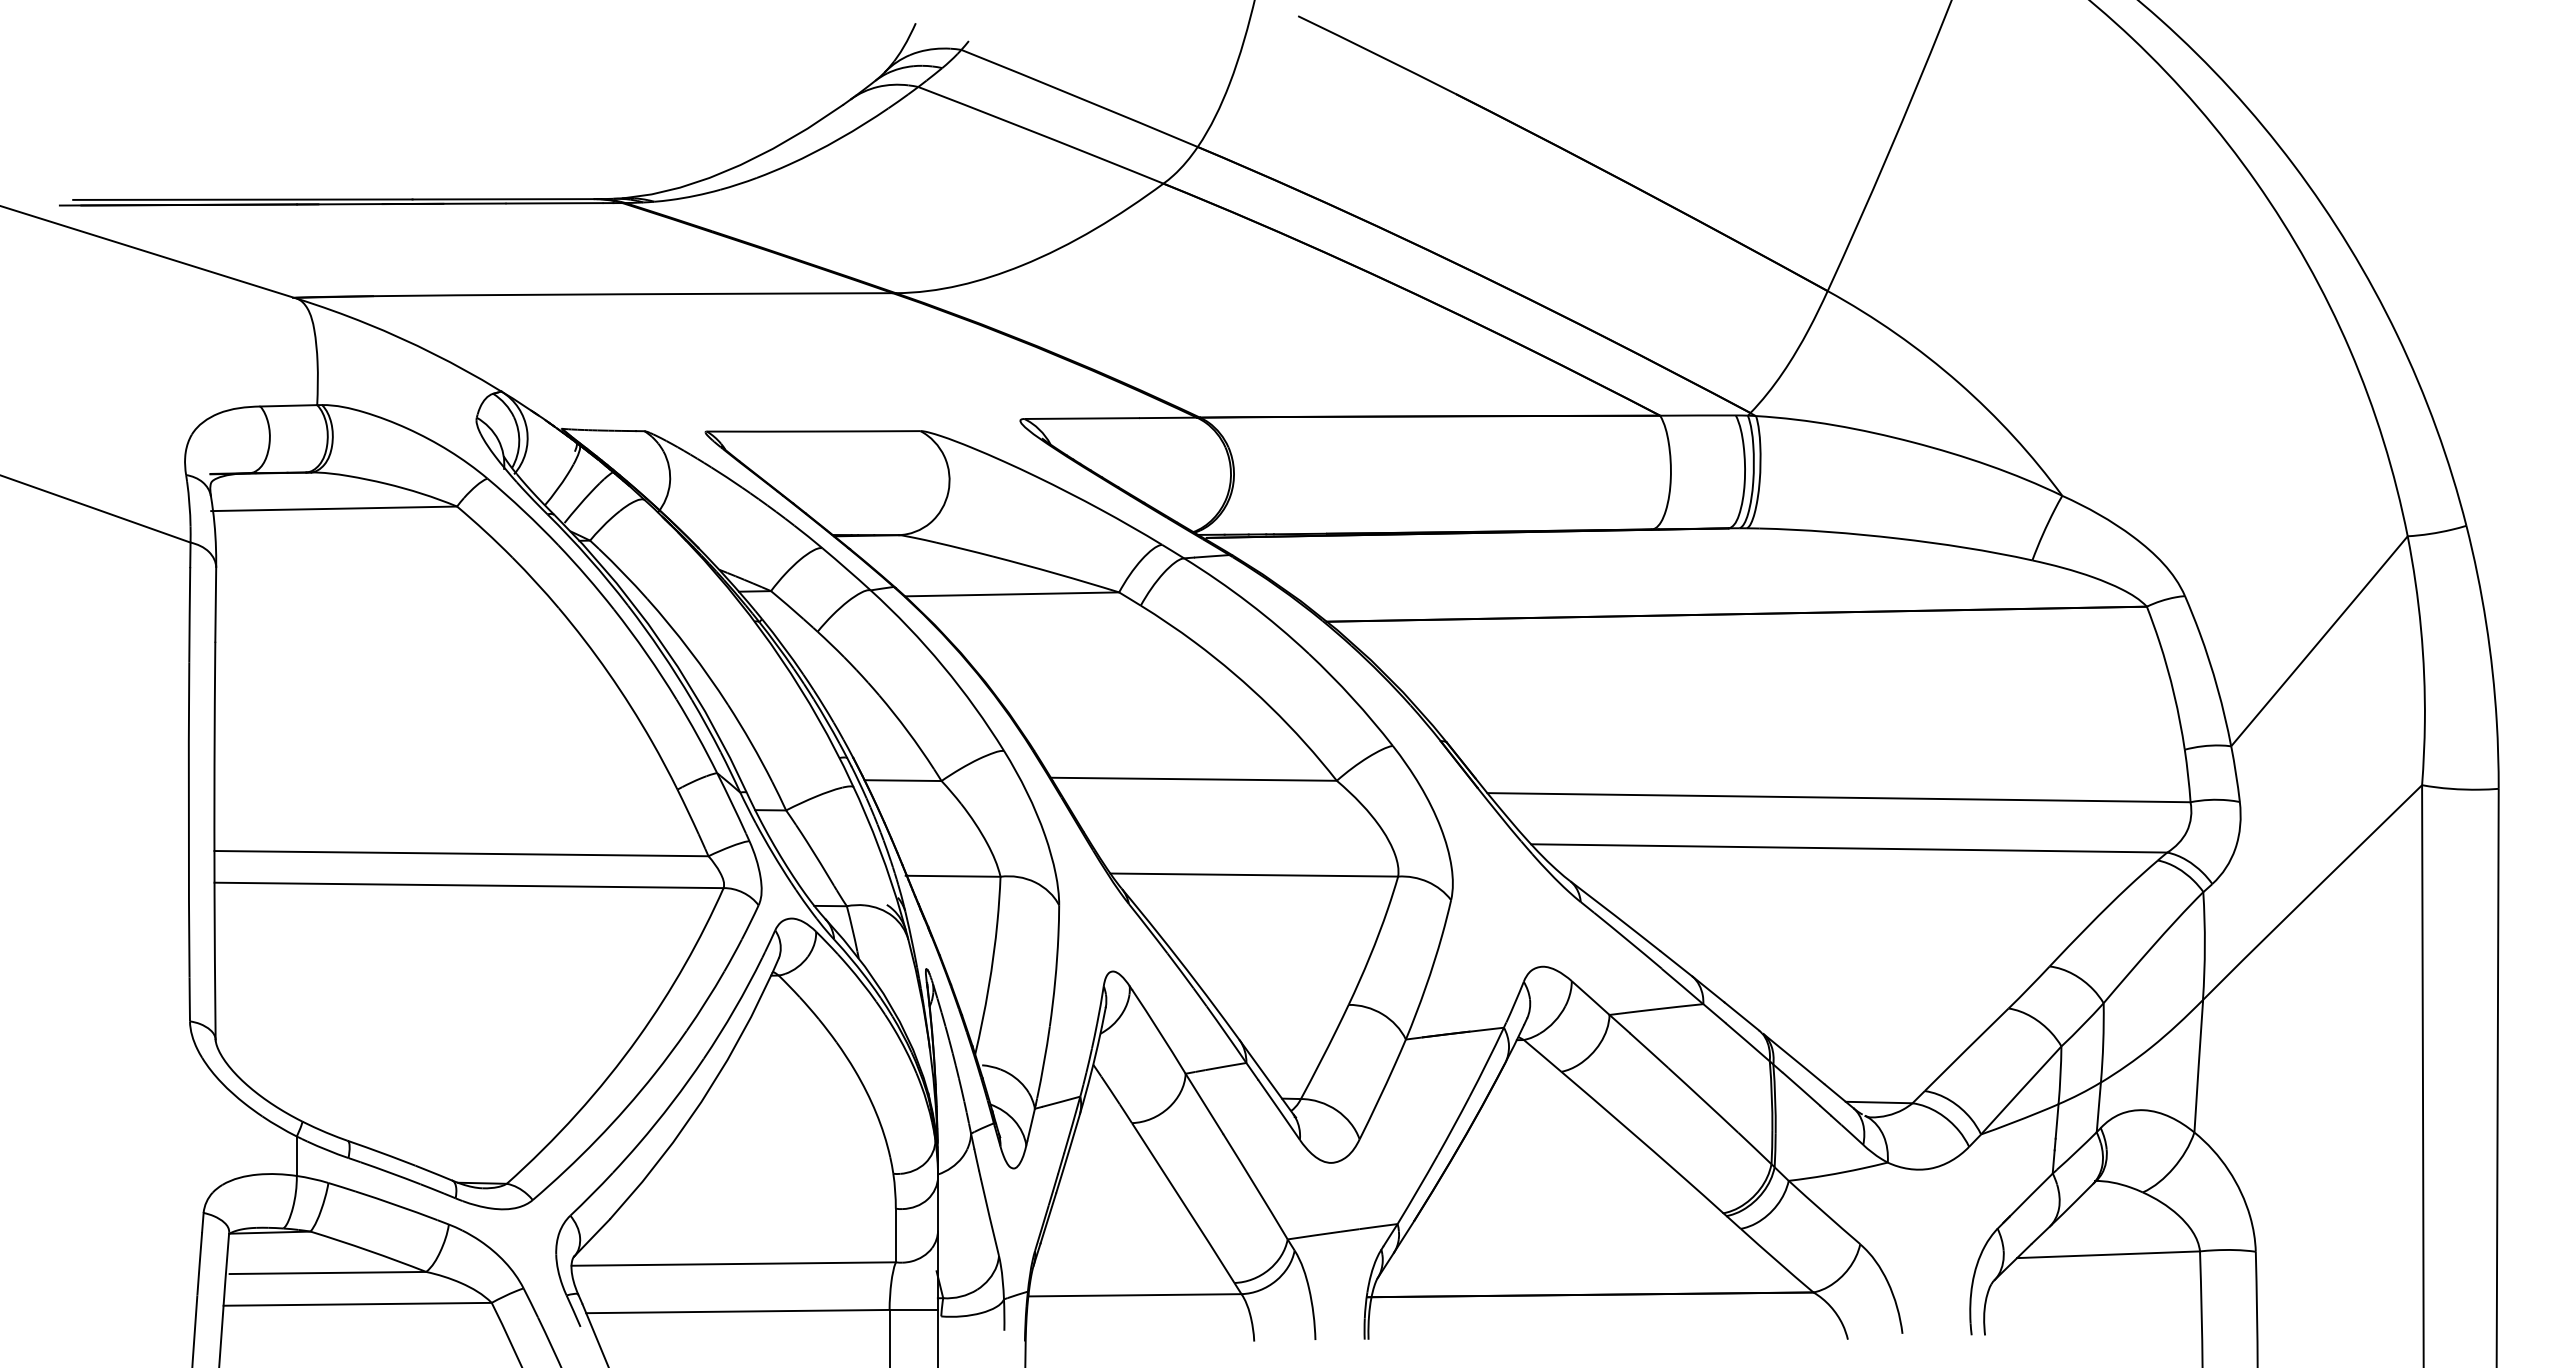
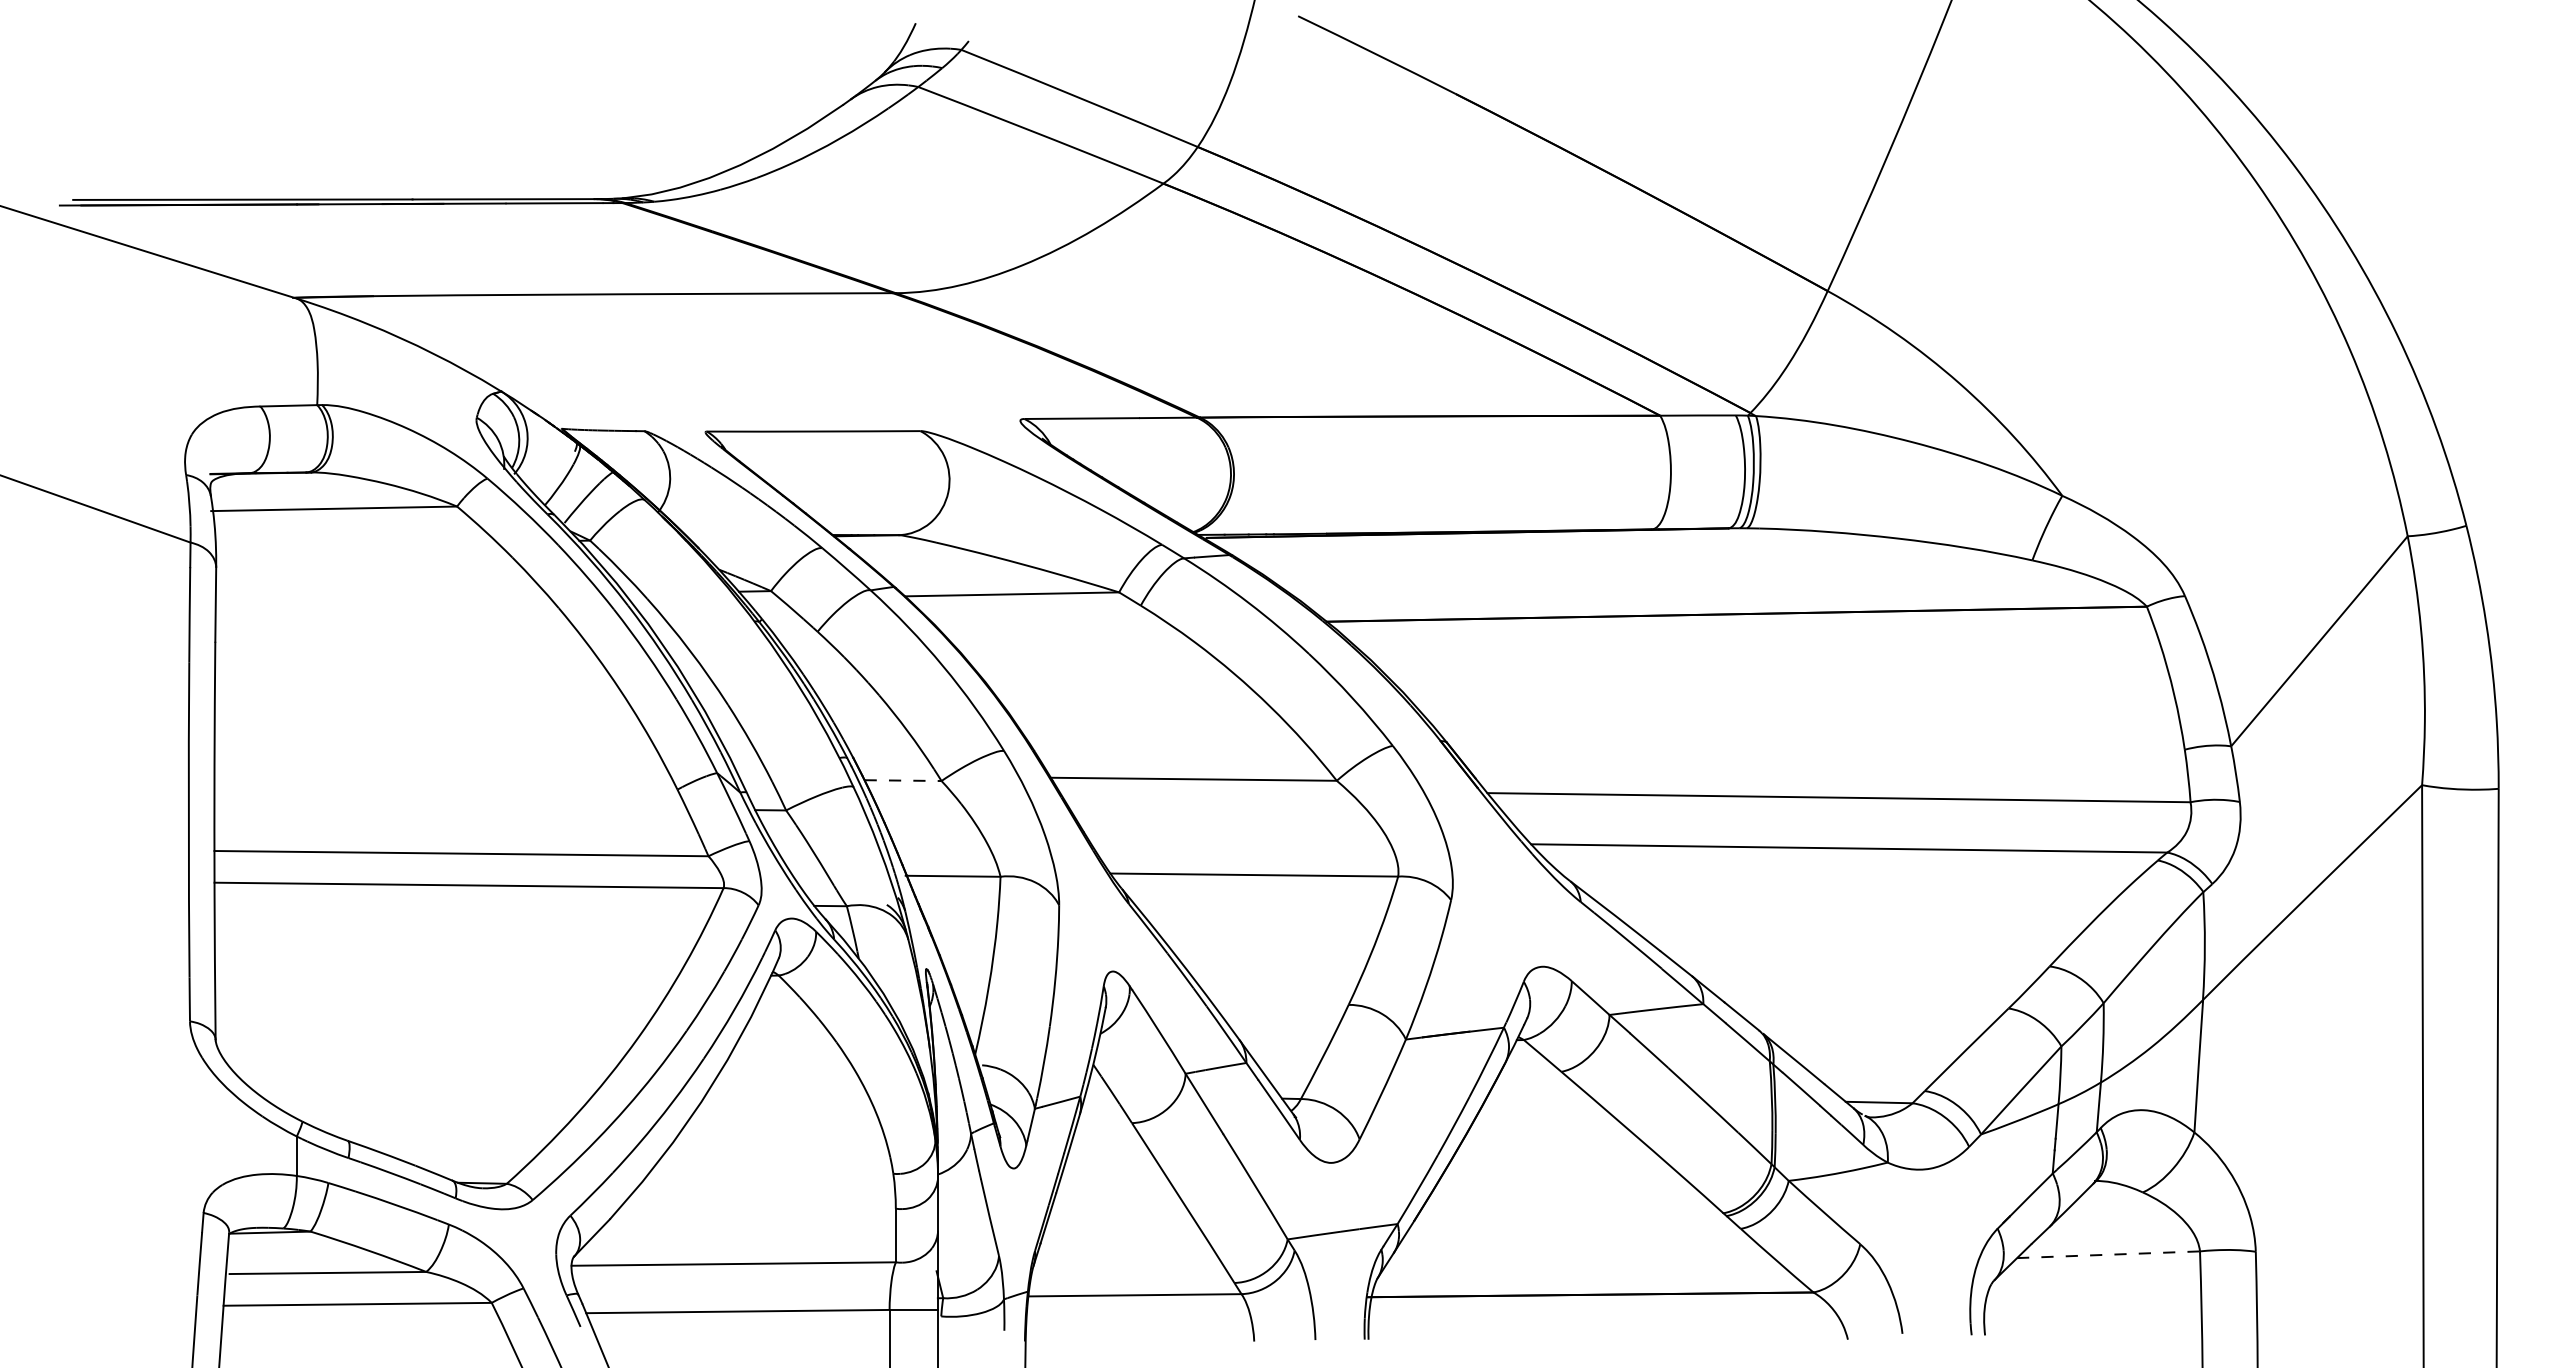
line at (903, 780): solid -> dashed
line at (2108, 1254): solid -> dashed
